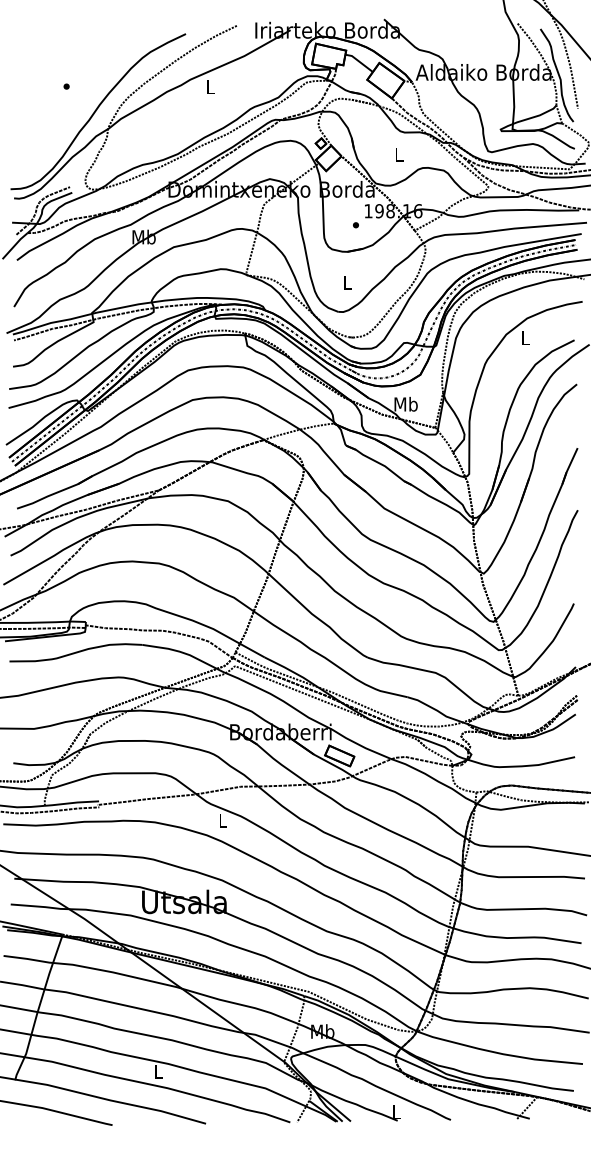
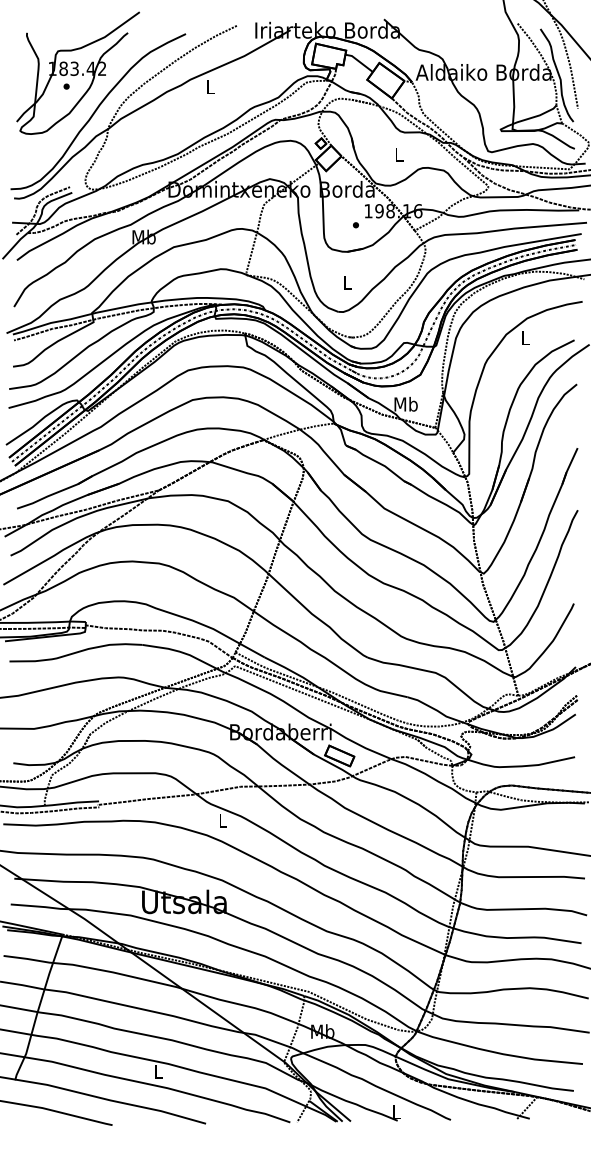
part at (77, 72): none -> present
